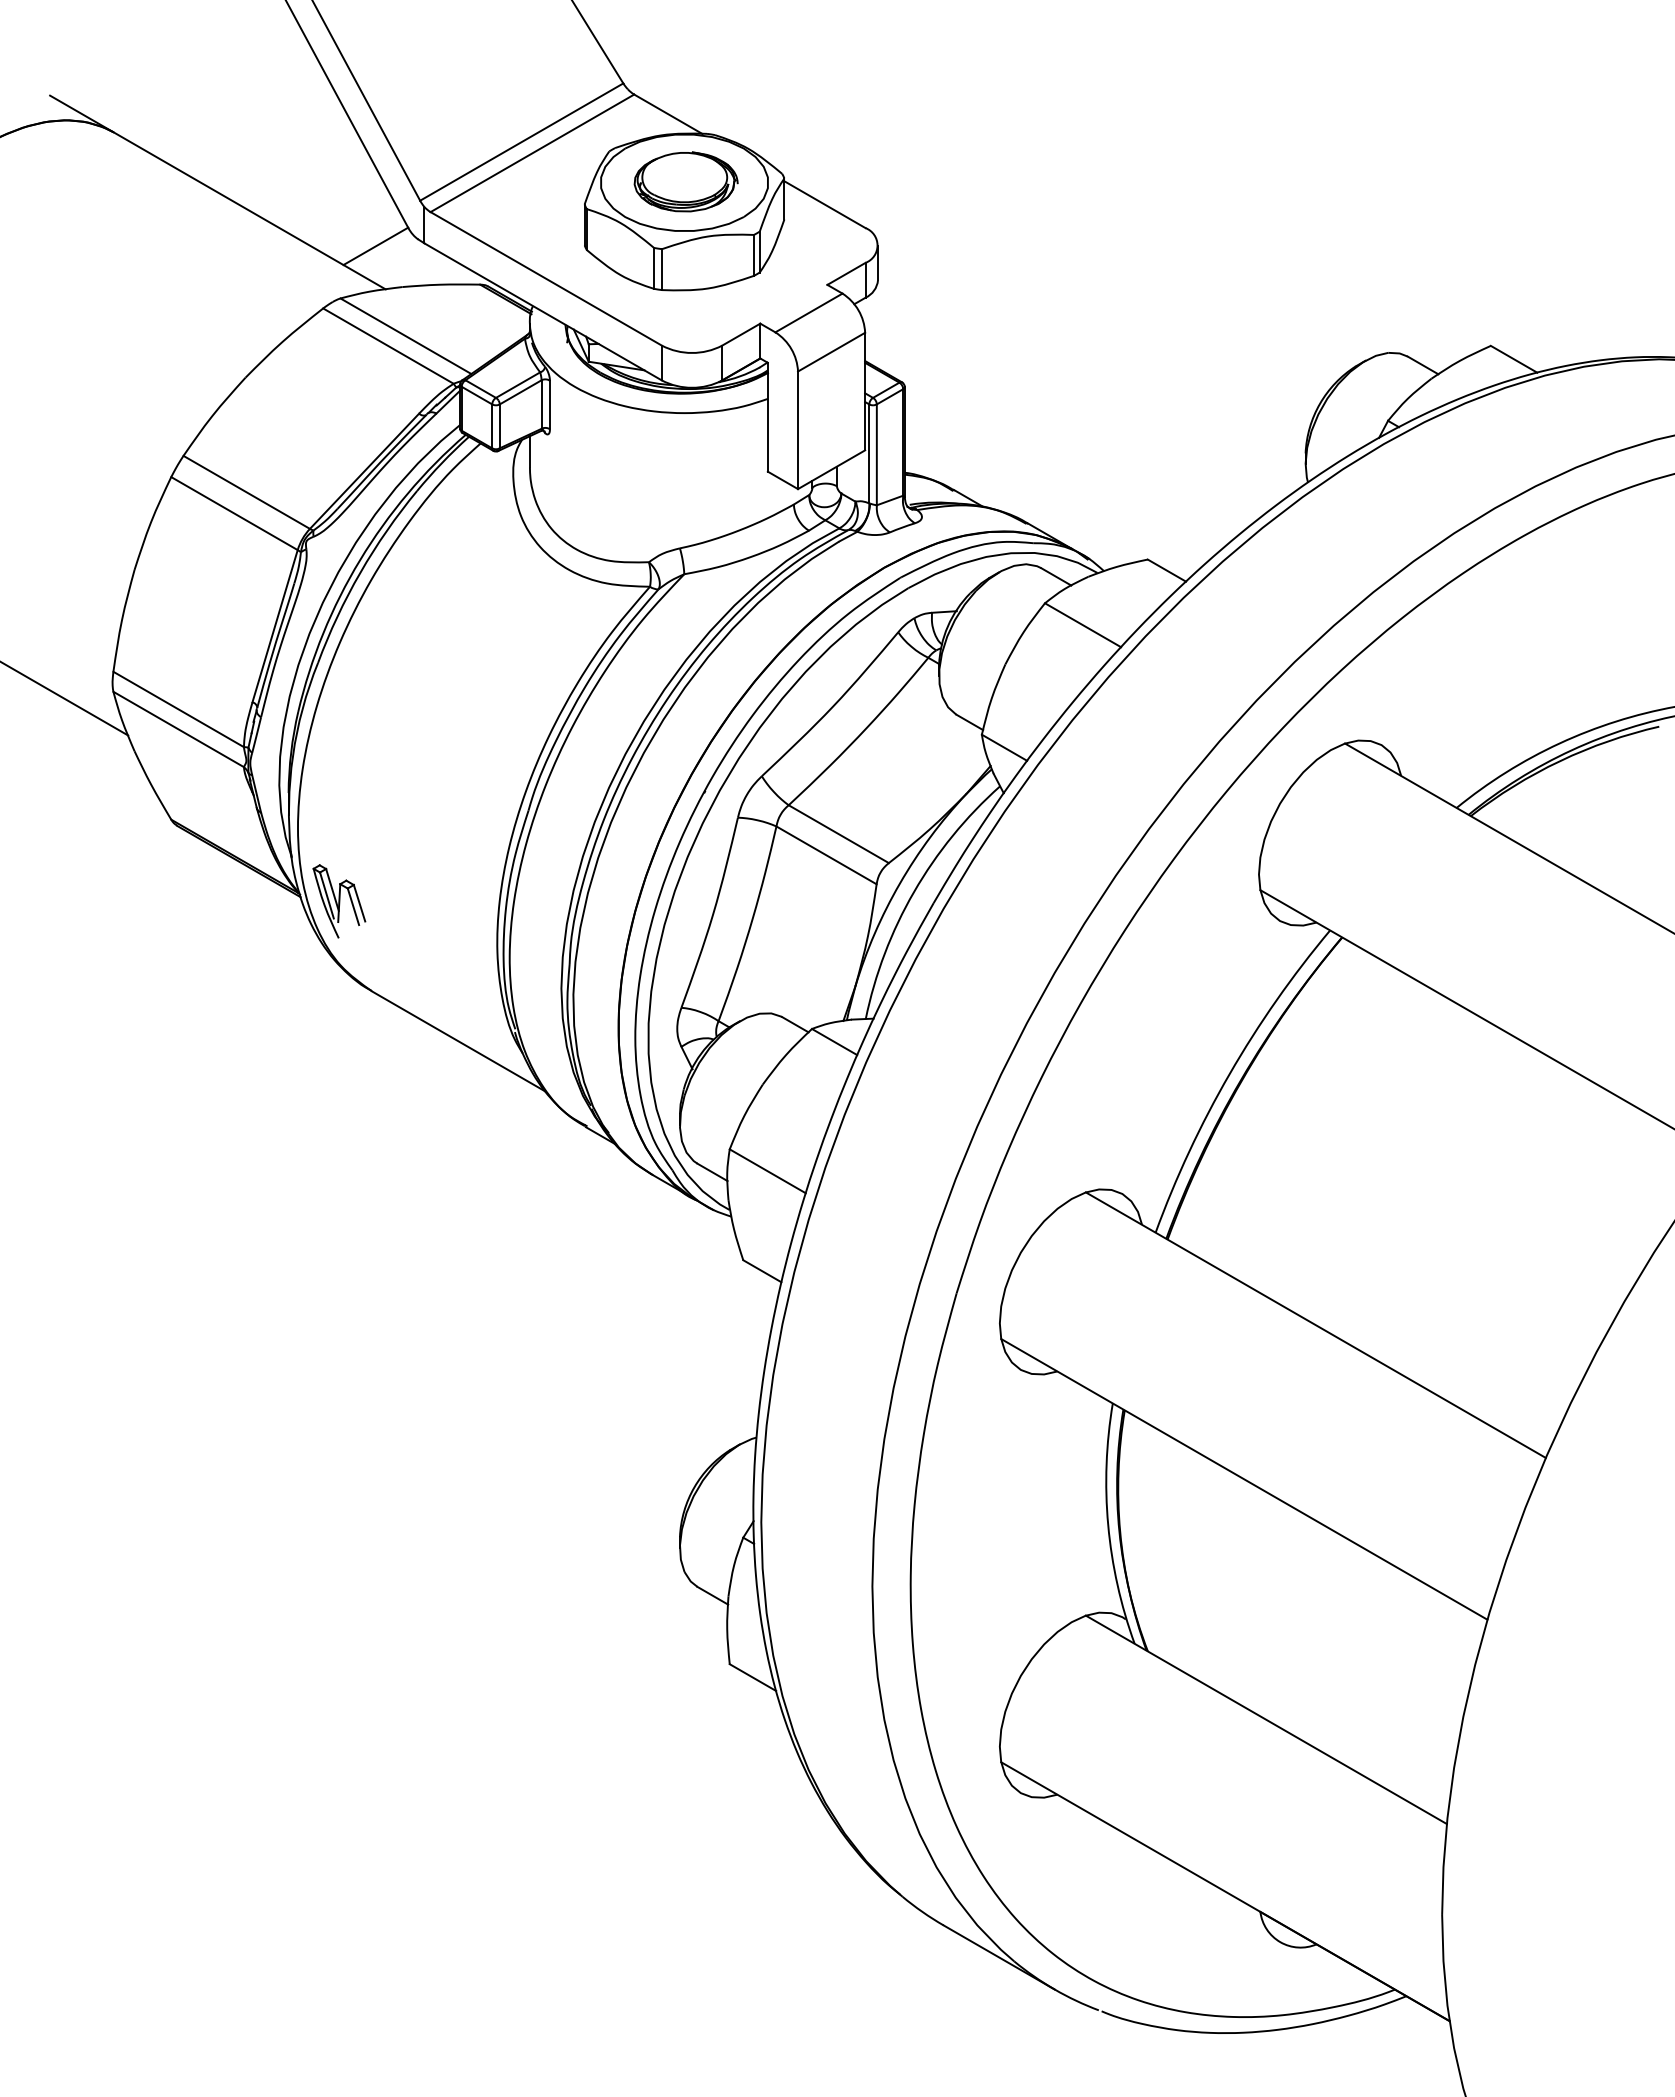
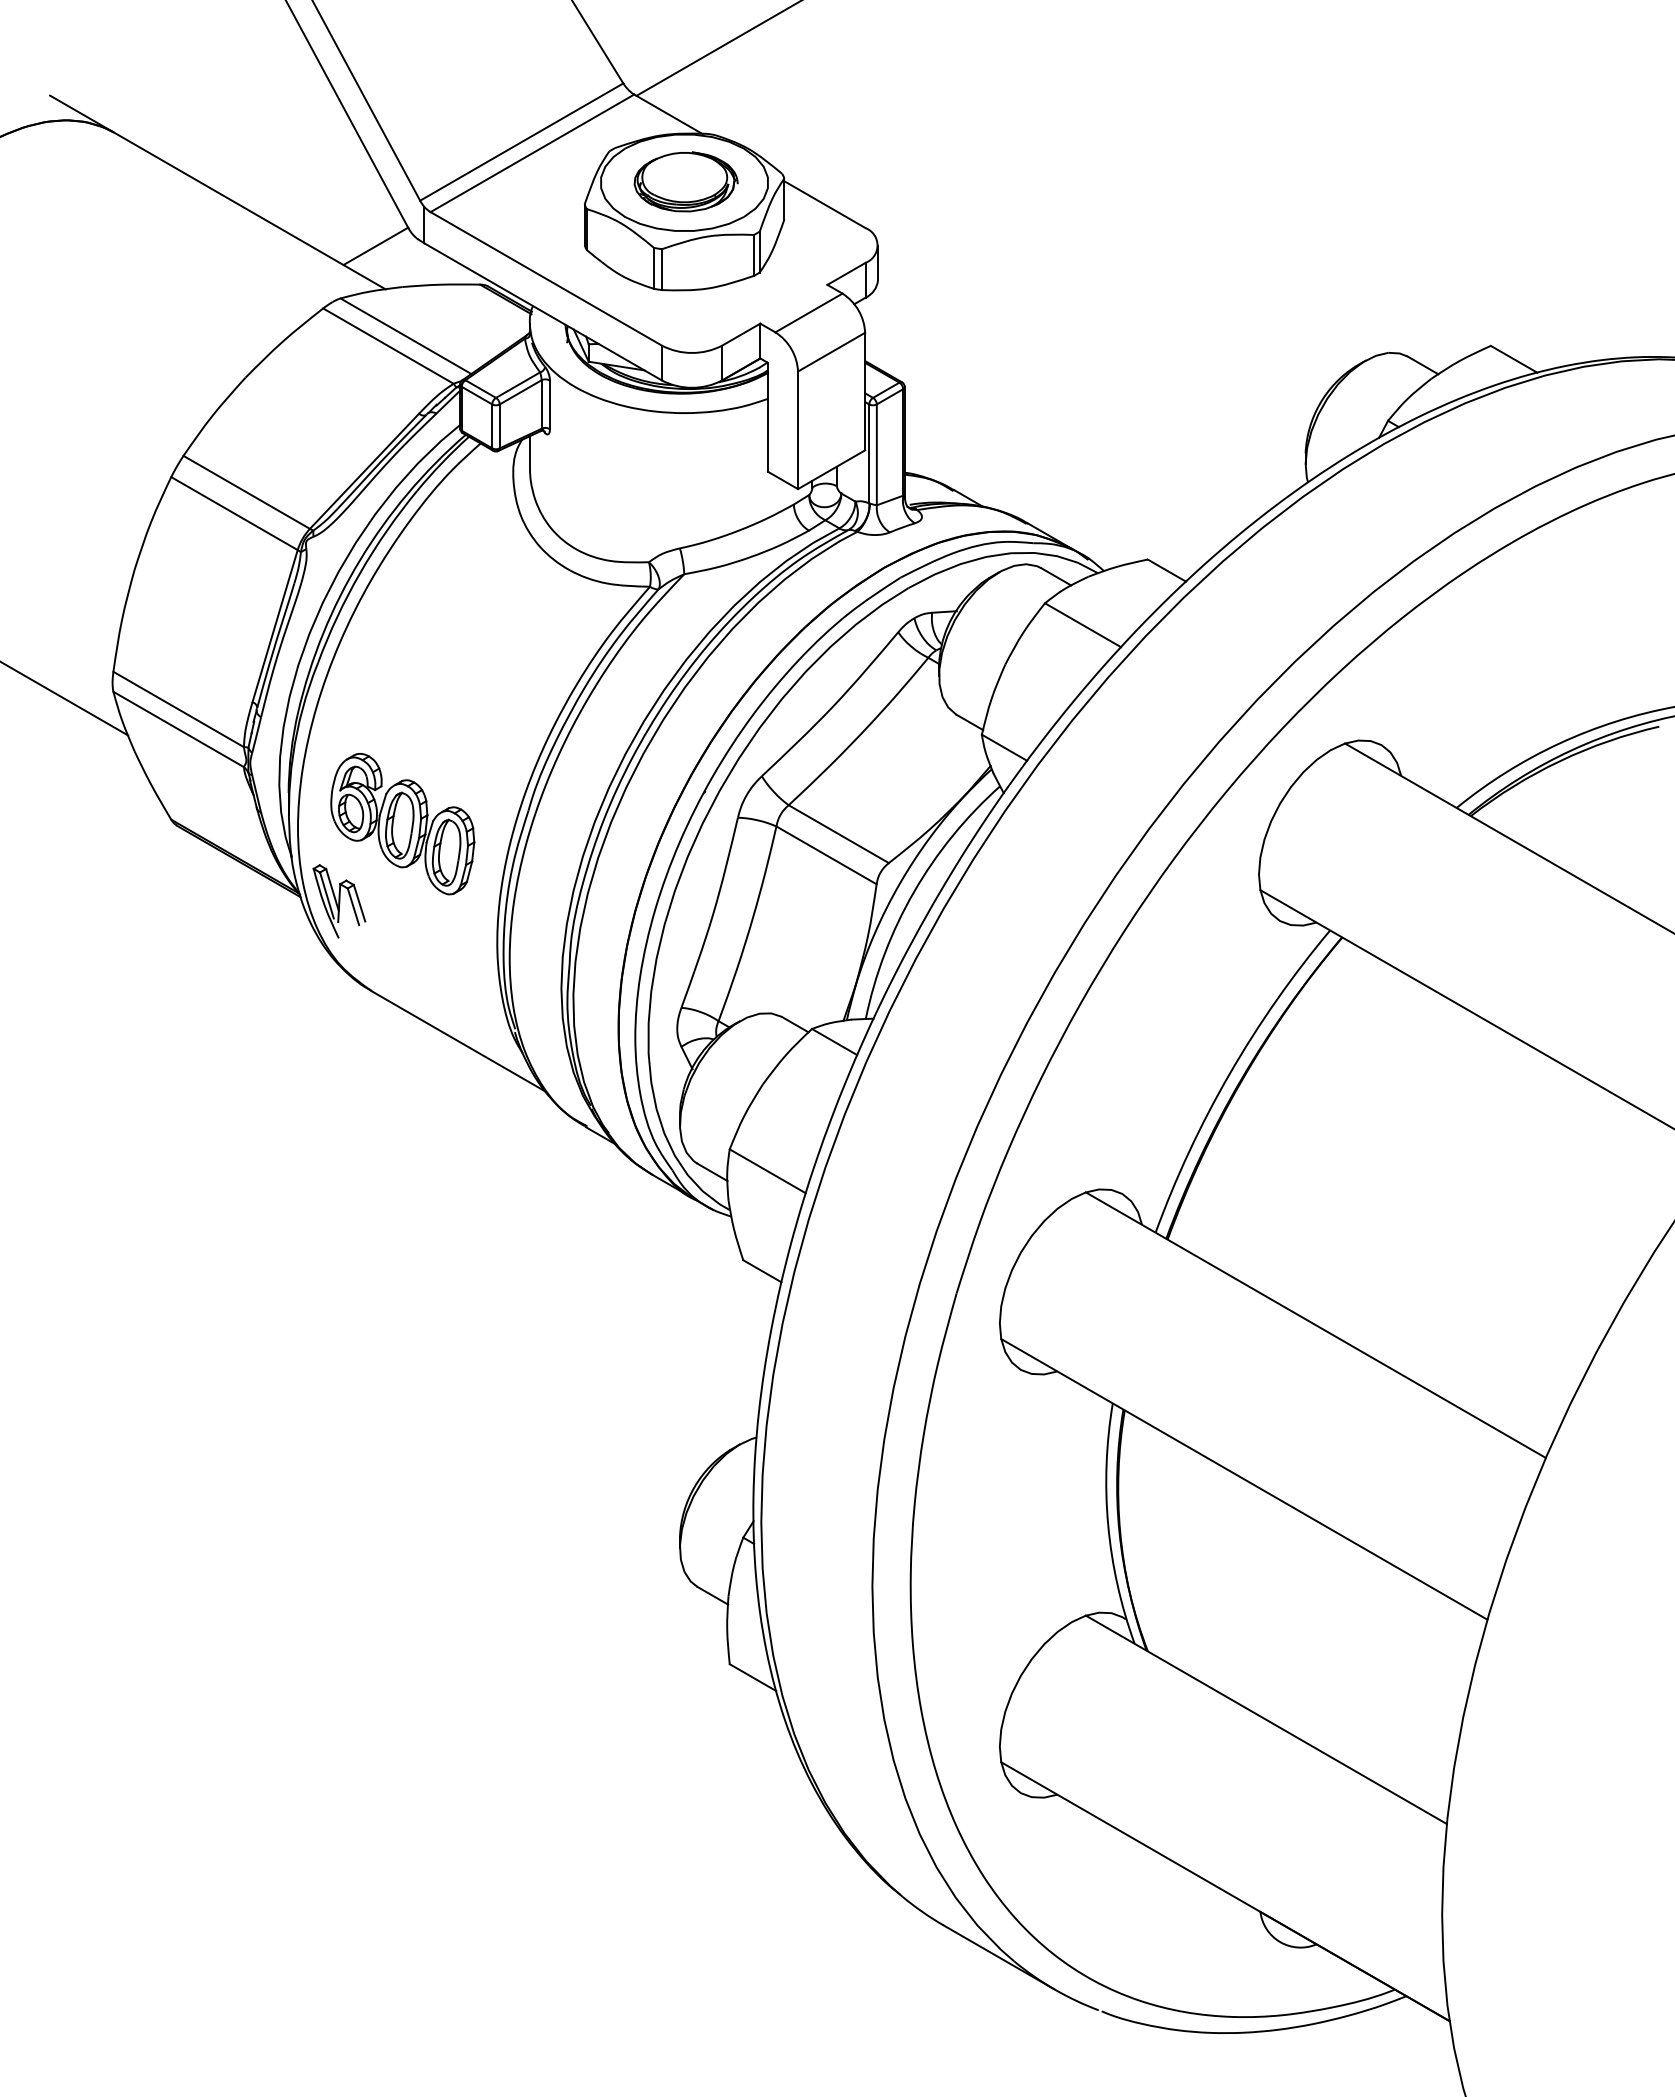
line at (717, 48): none -> present
part at (402, 824): none -> present
